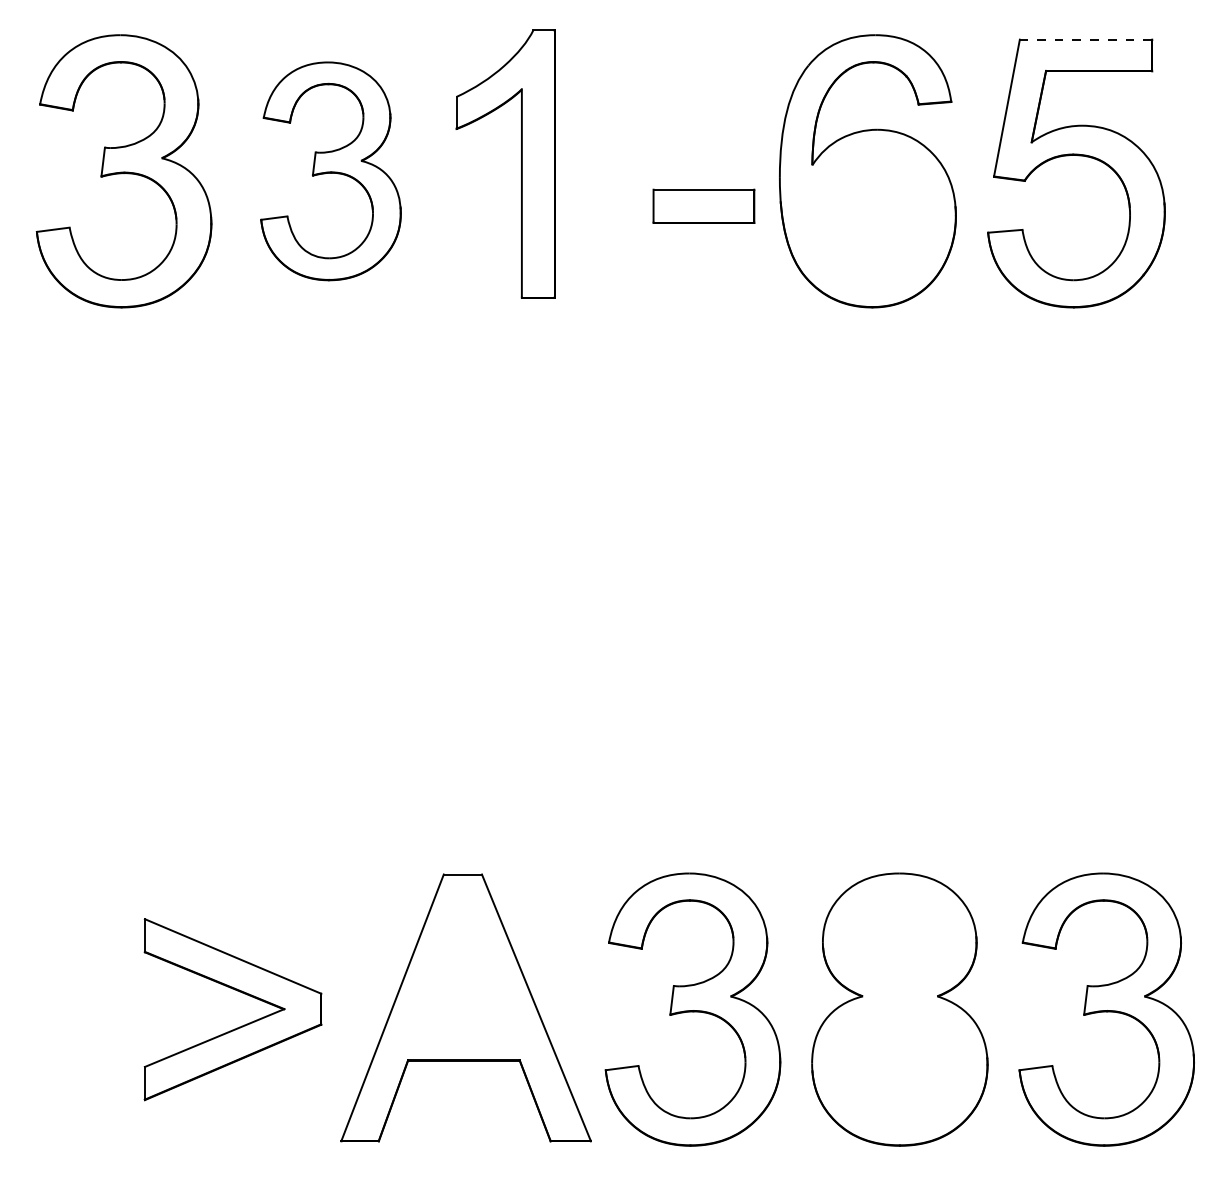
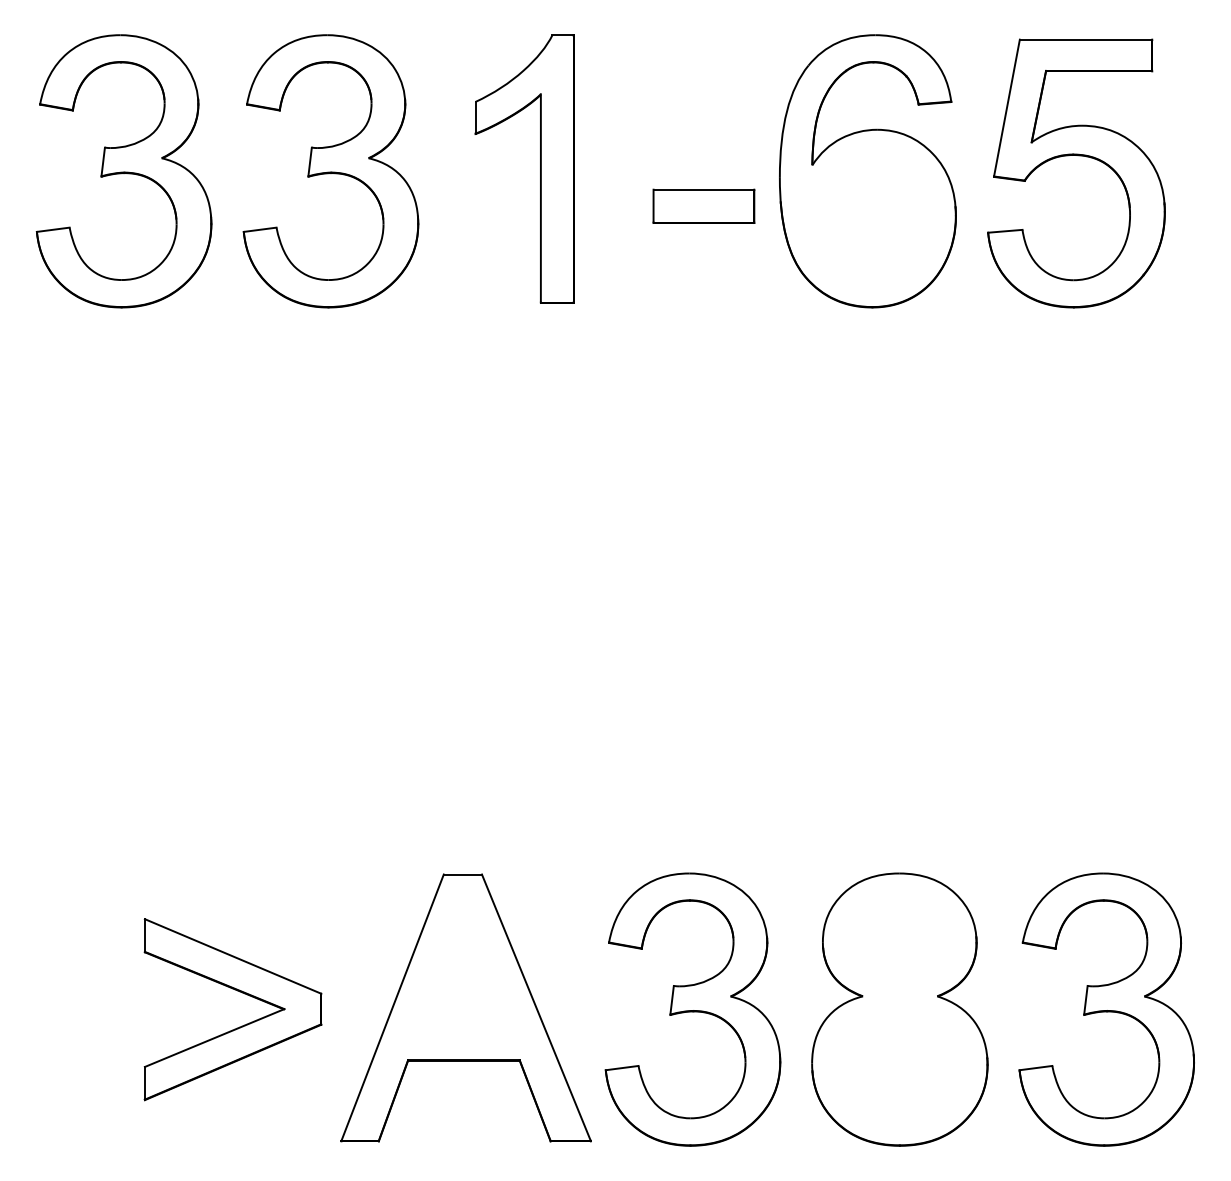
line at (1085, 39): dashed -> solid
part at (521, 163) position: (521, 163) -> (540, 168)
part at (330, 171) size: 142x221 px -> 178x275 px
